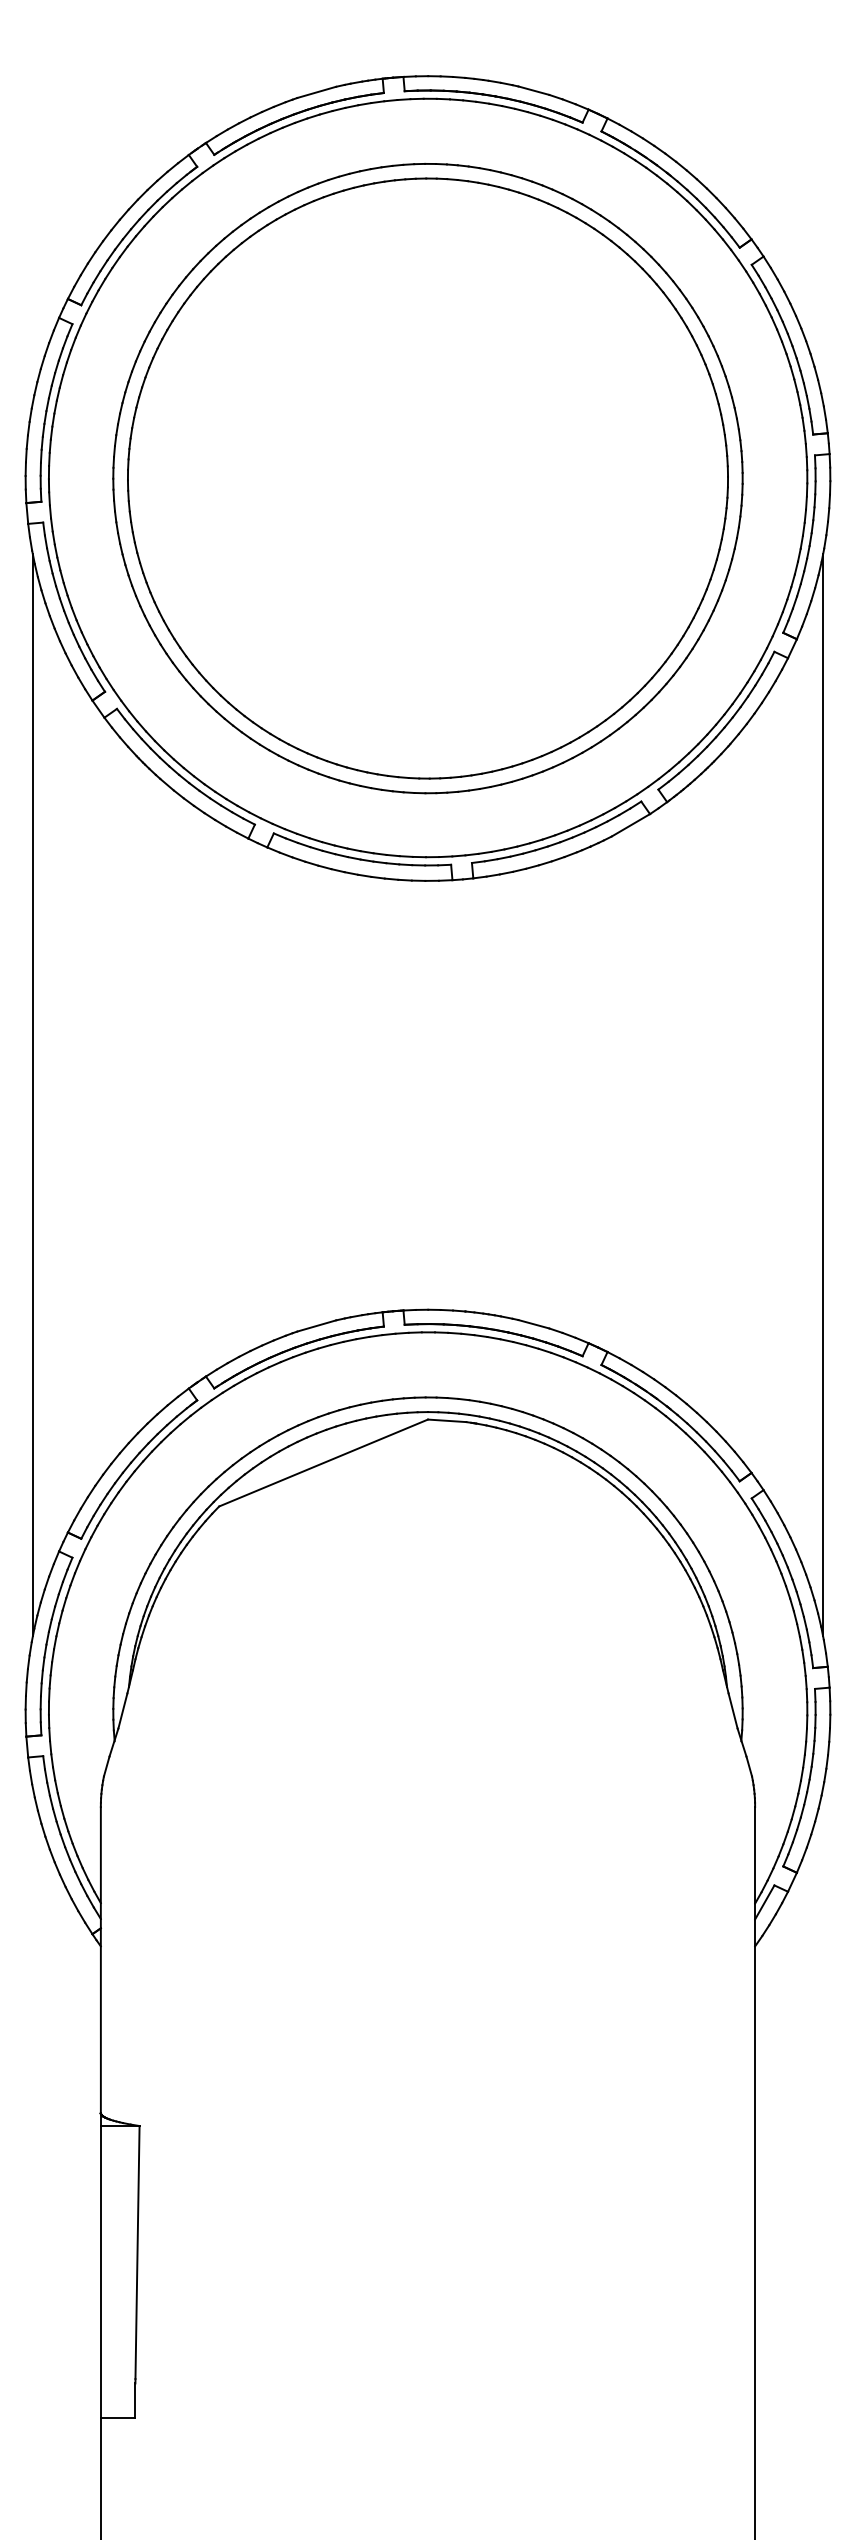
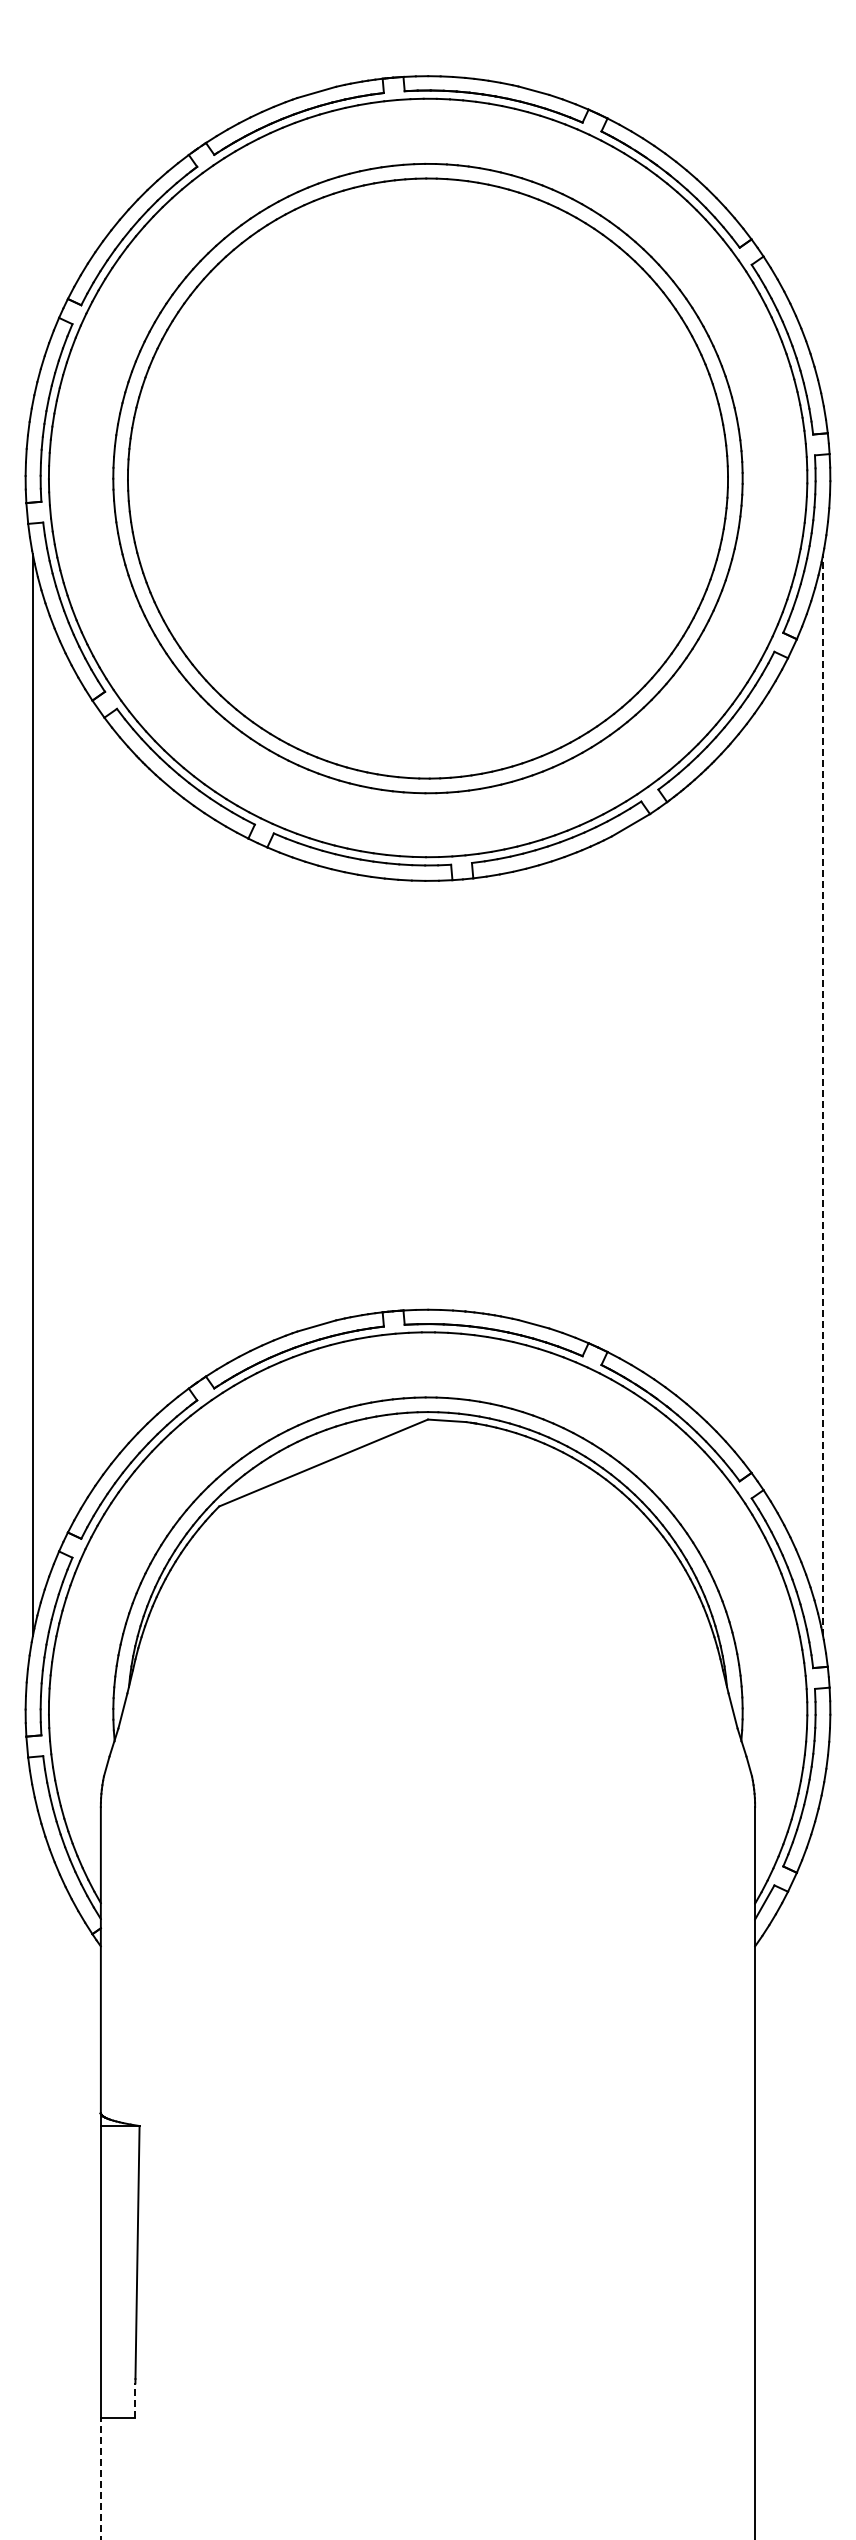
line at (823, 1094): solid -> dashed
line at (135, 2400): solid -> dashed
line at (100, 2478): solid -> dashed
